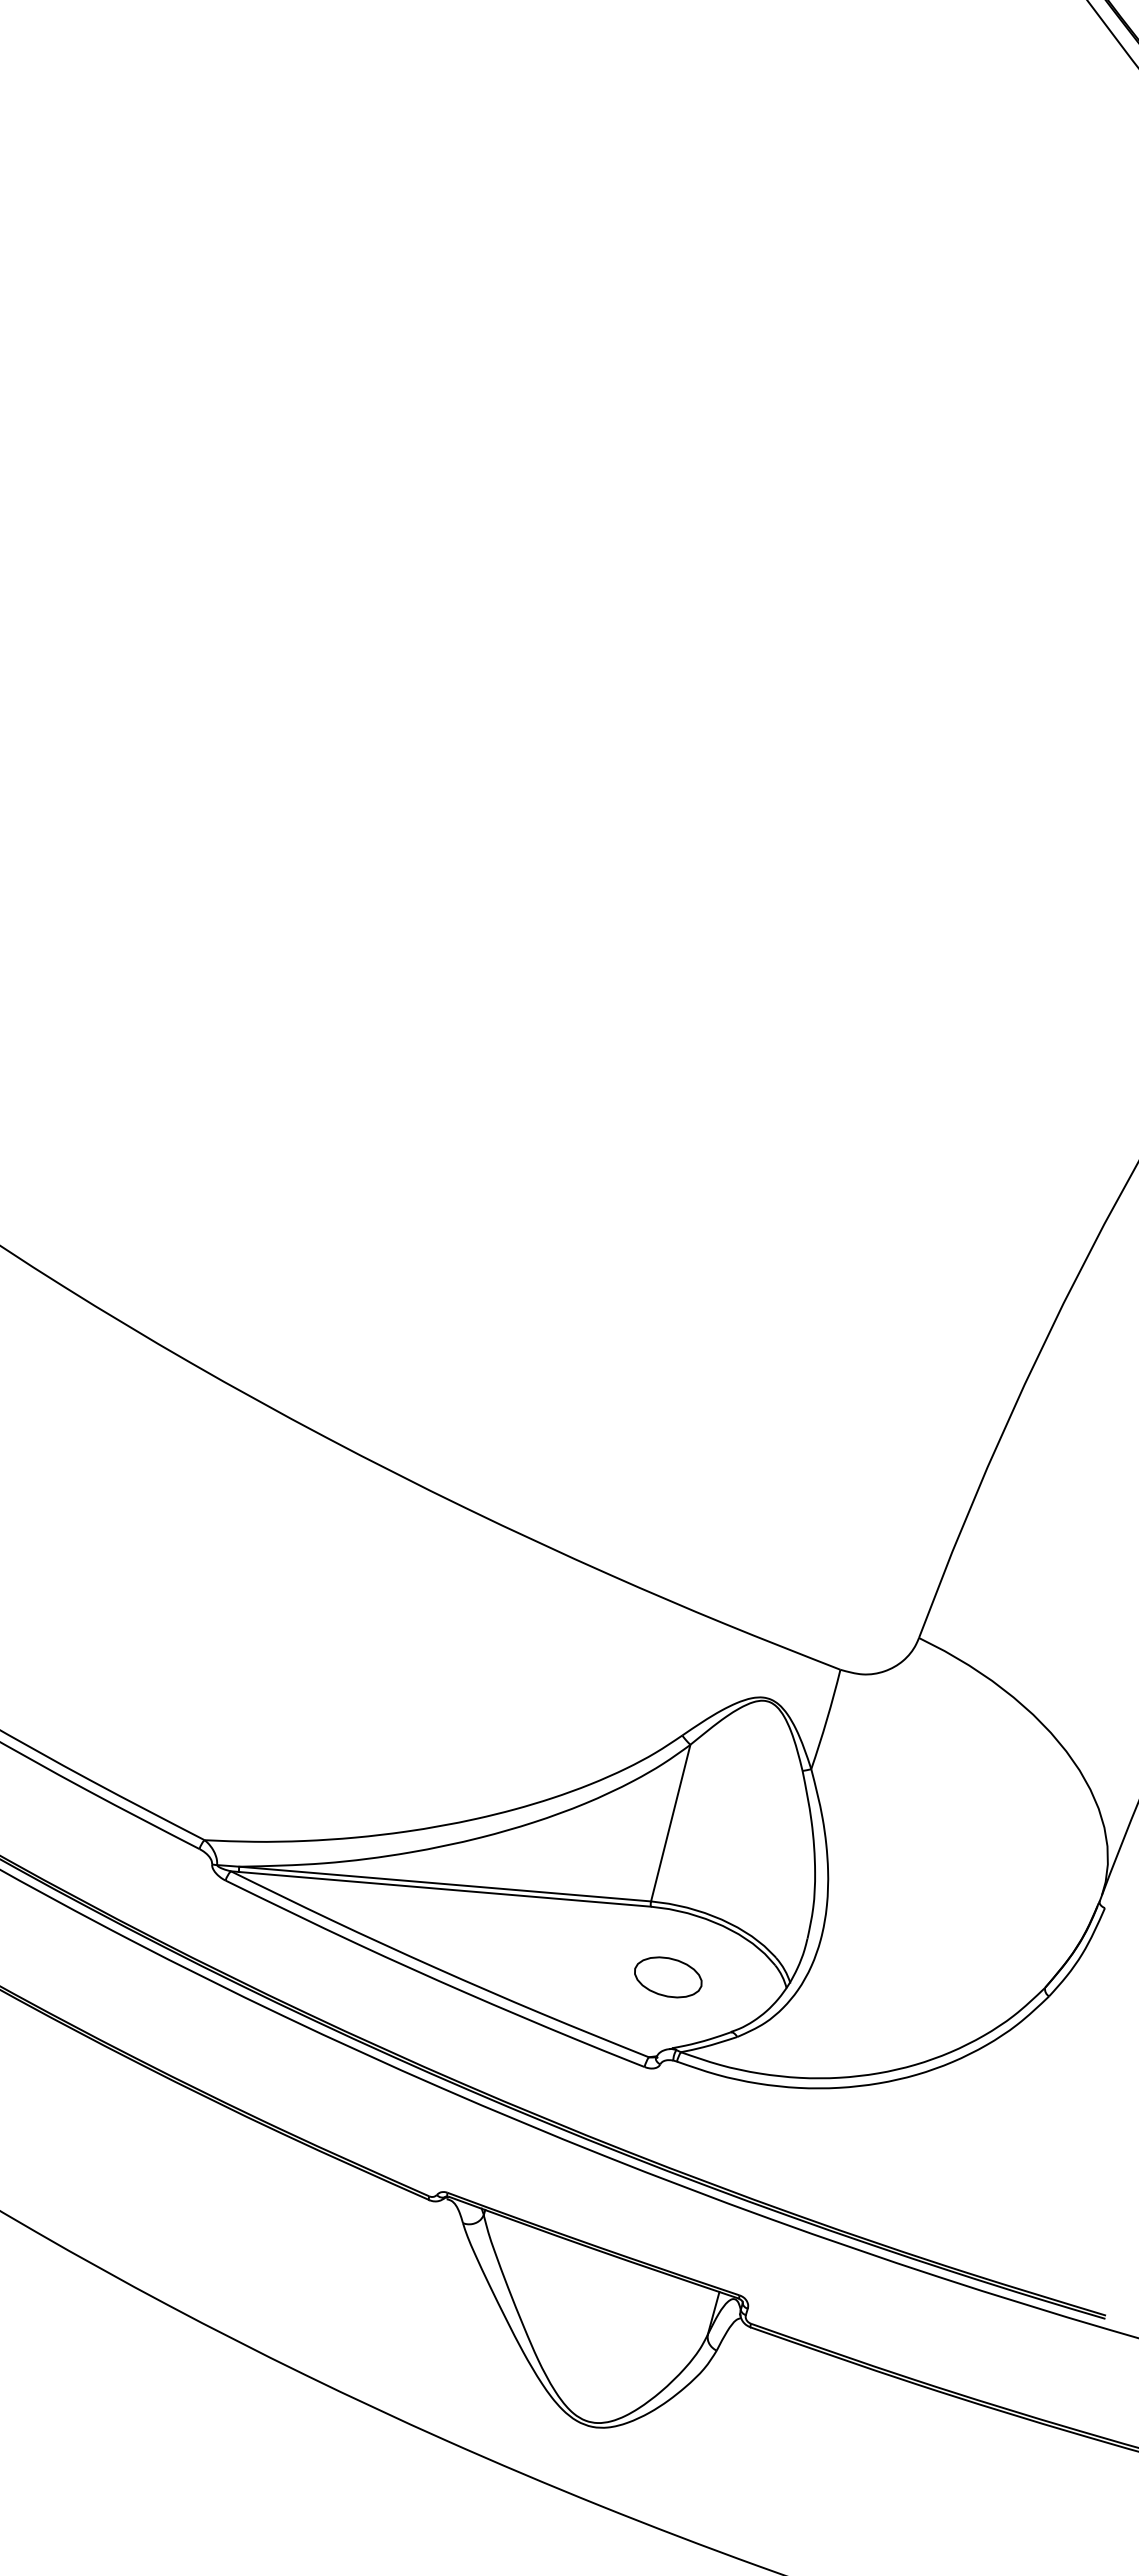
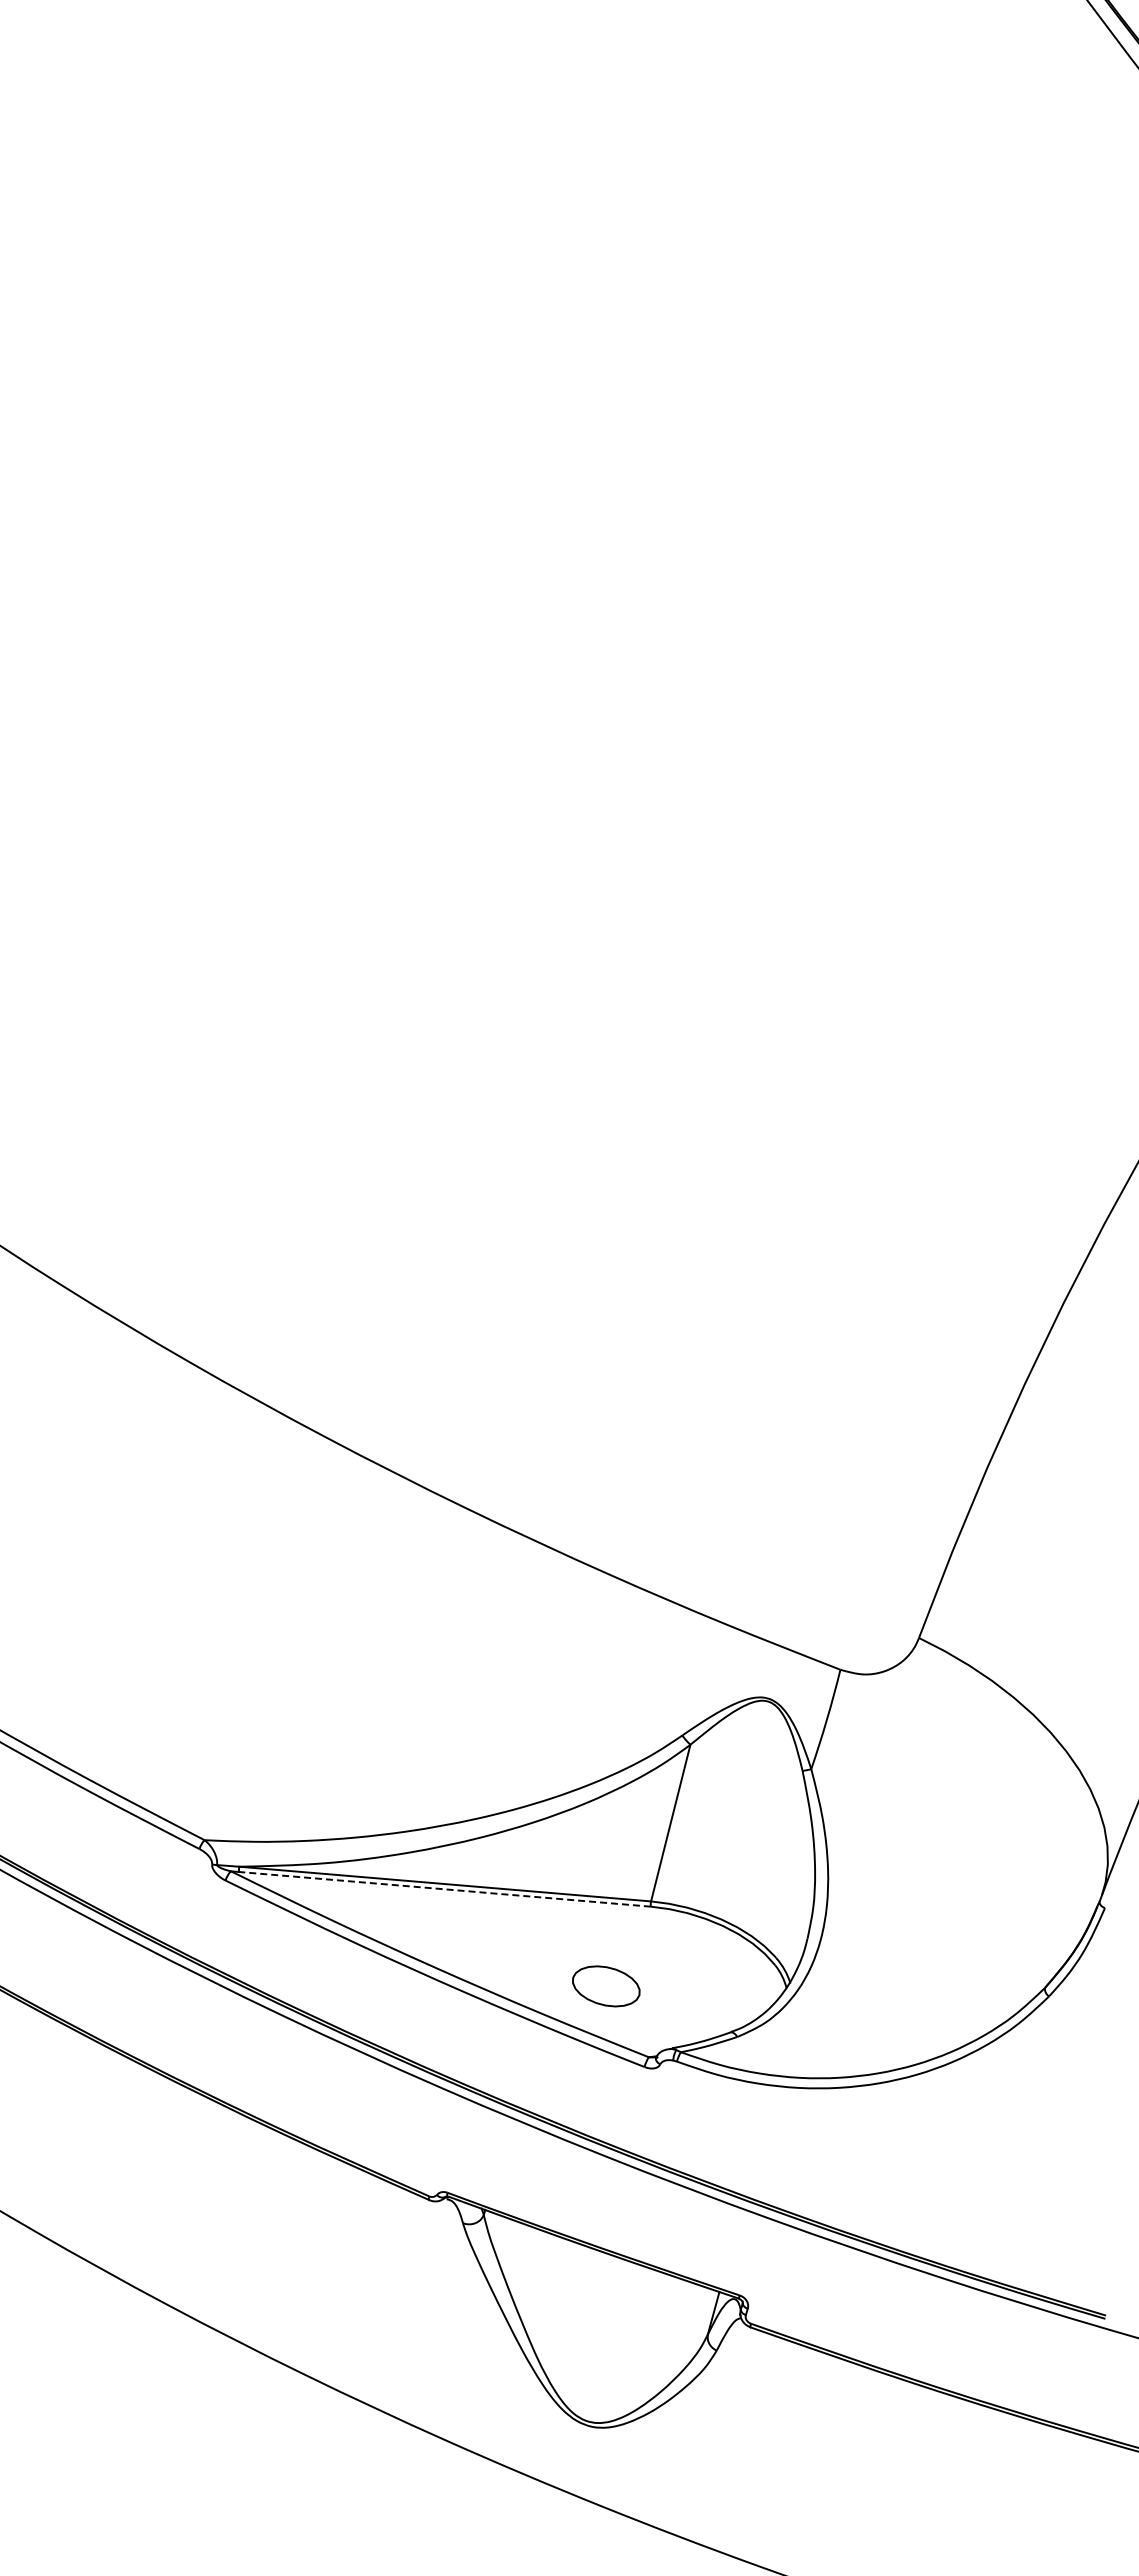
line at (444, 1889): solid -> dashed
part at (668, 1977) position: (668, 1977) -> (606, 1986)
